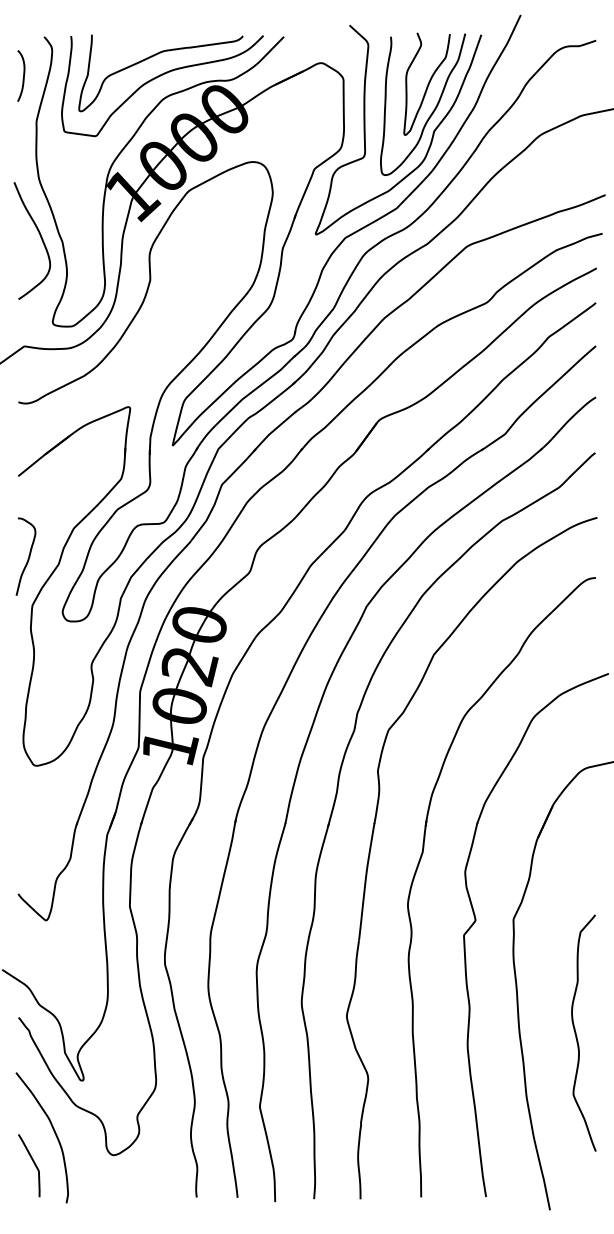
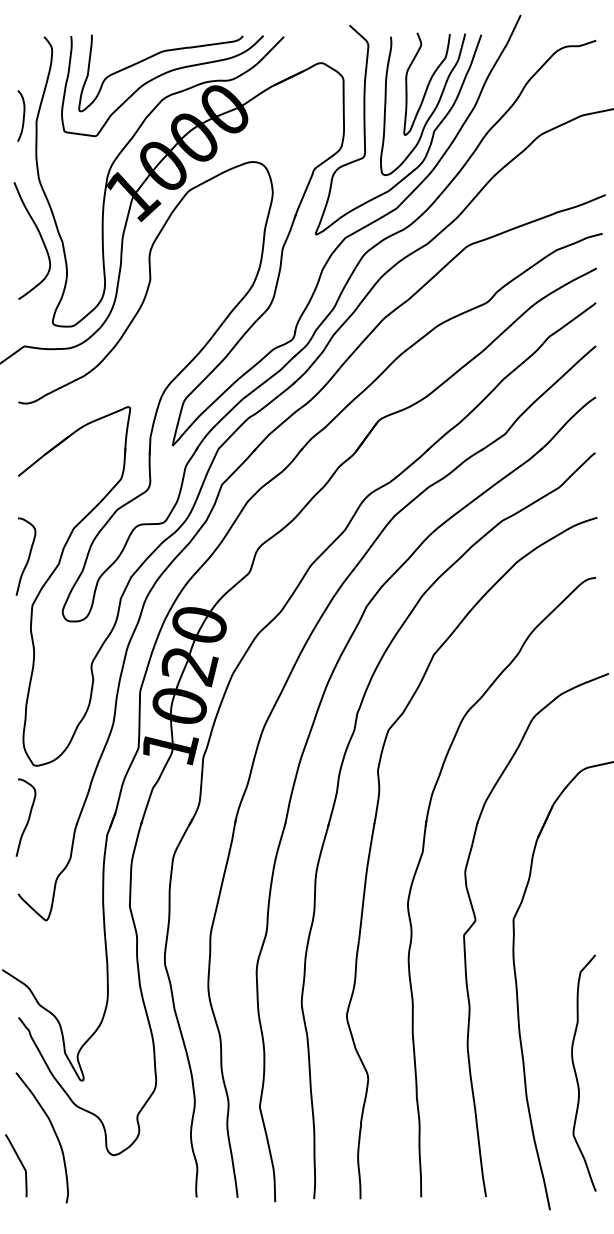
curve at (23, 75) position: (23, 75) -> (23, 115)
curve at (27, 819): none -> present
curve at (576, 1032) position: (576, 1032) -> (576, 1072)
curve at (33, 1163) position: (33, 1163) -> (20, 1163)
